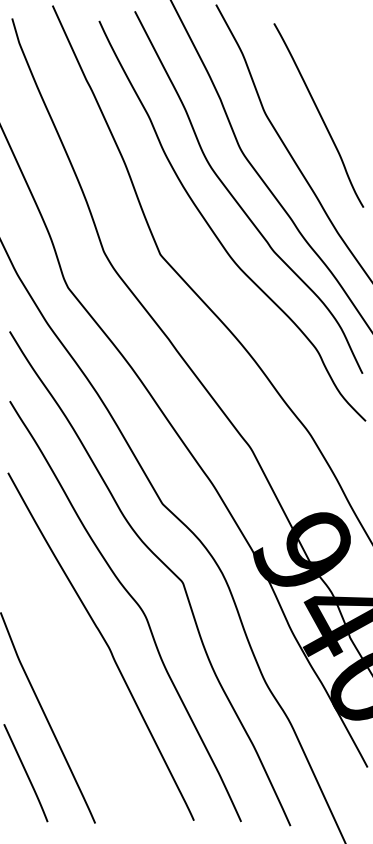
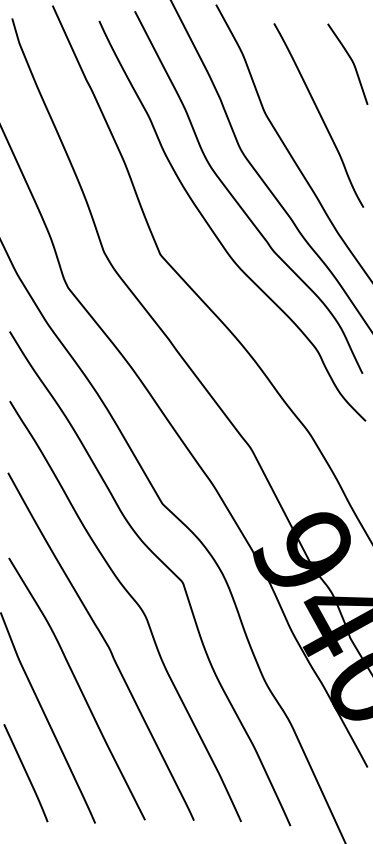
curve at (351, 61): none -> present
curve at (78, 687): none -> present
